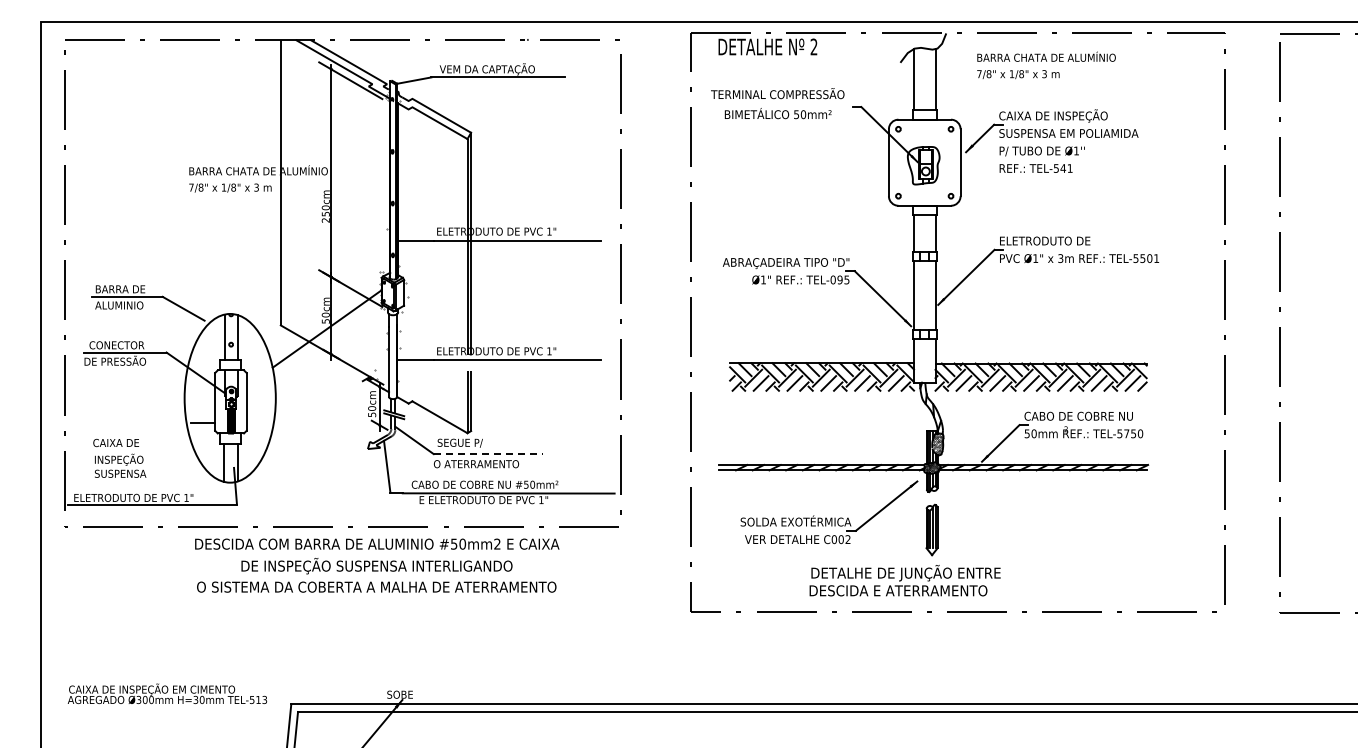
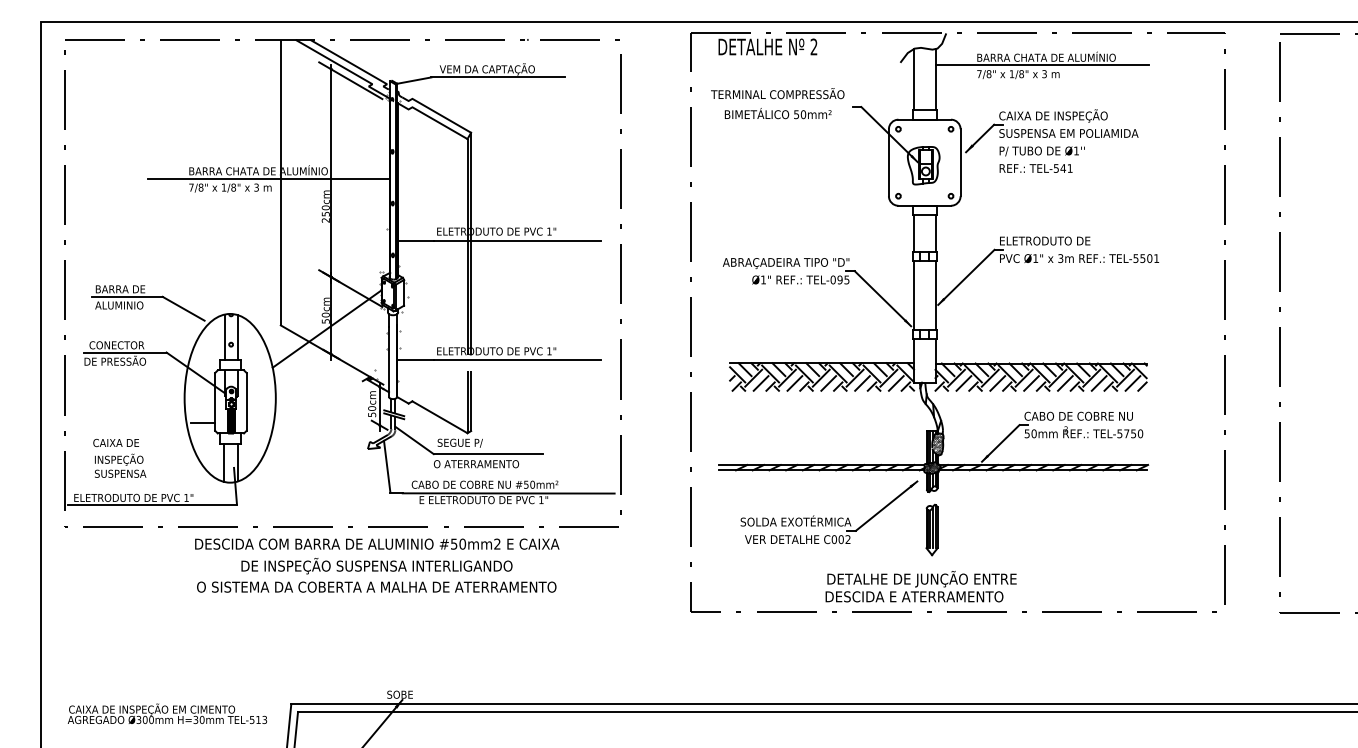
line at (1042, 65): none -> present
line at (268, 178): none -> present
line at (488, 454): dashed -> solid
text at (904, 580) position: (904, 580) -> (920, 586)
text at (167, 693) position: (167, 693) -> (167, 713)
